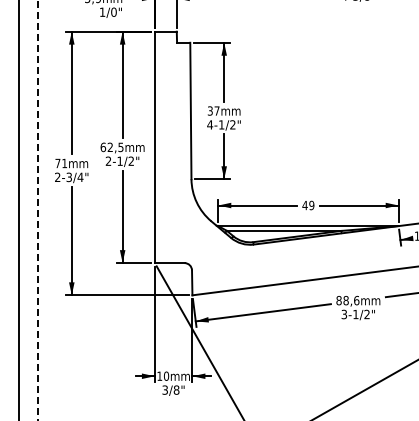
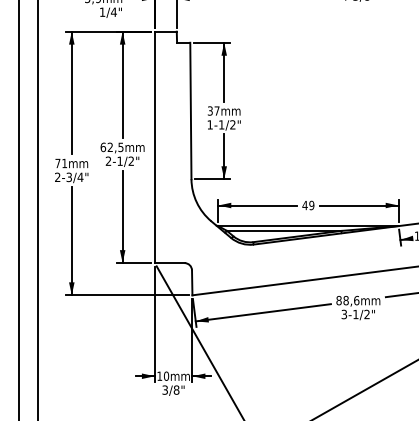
text at (113, 11): 1/0" -> 1/4"
text at (210, 124): 4-1/2" -> 1-1/2"
line at (37, 209): dashed -> solid
